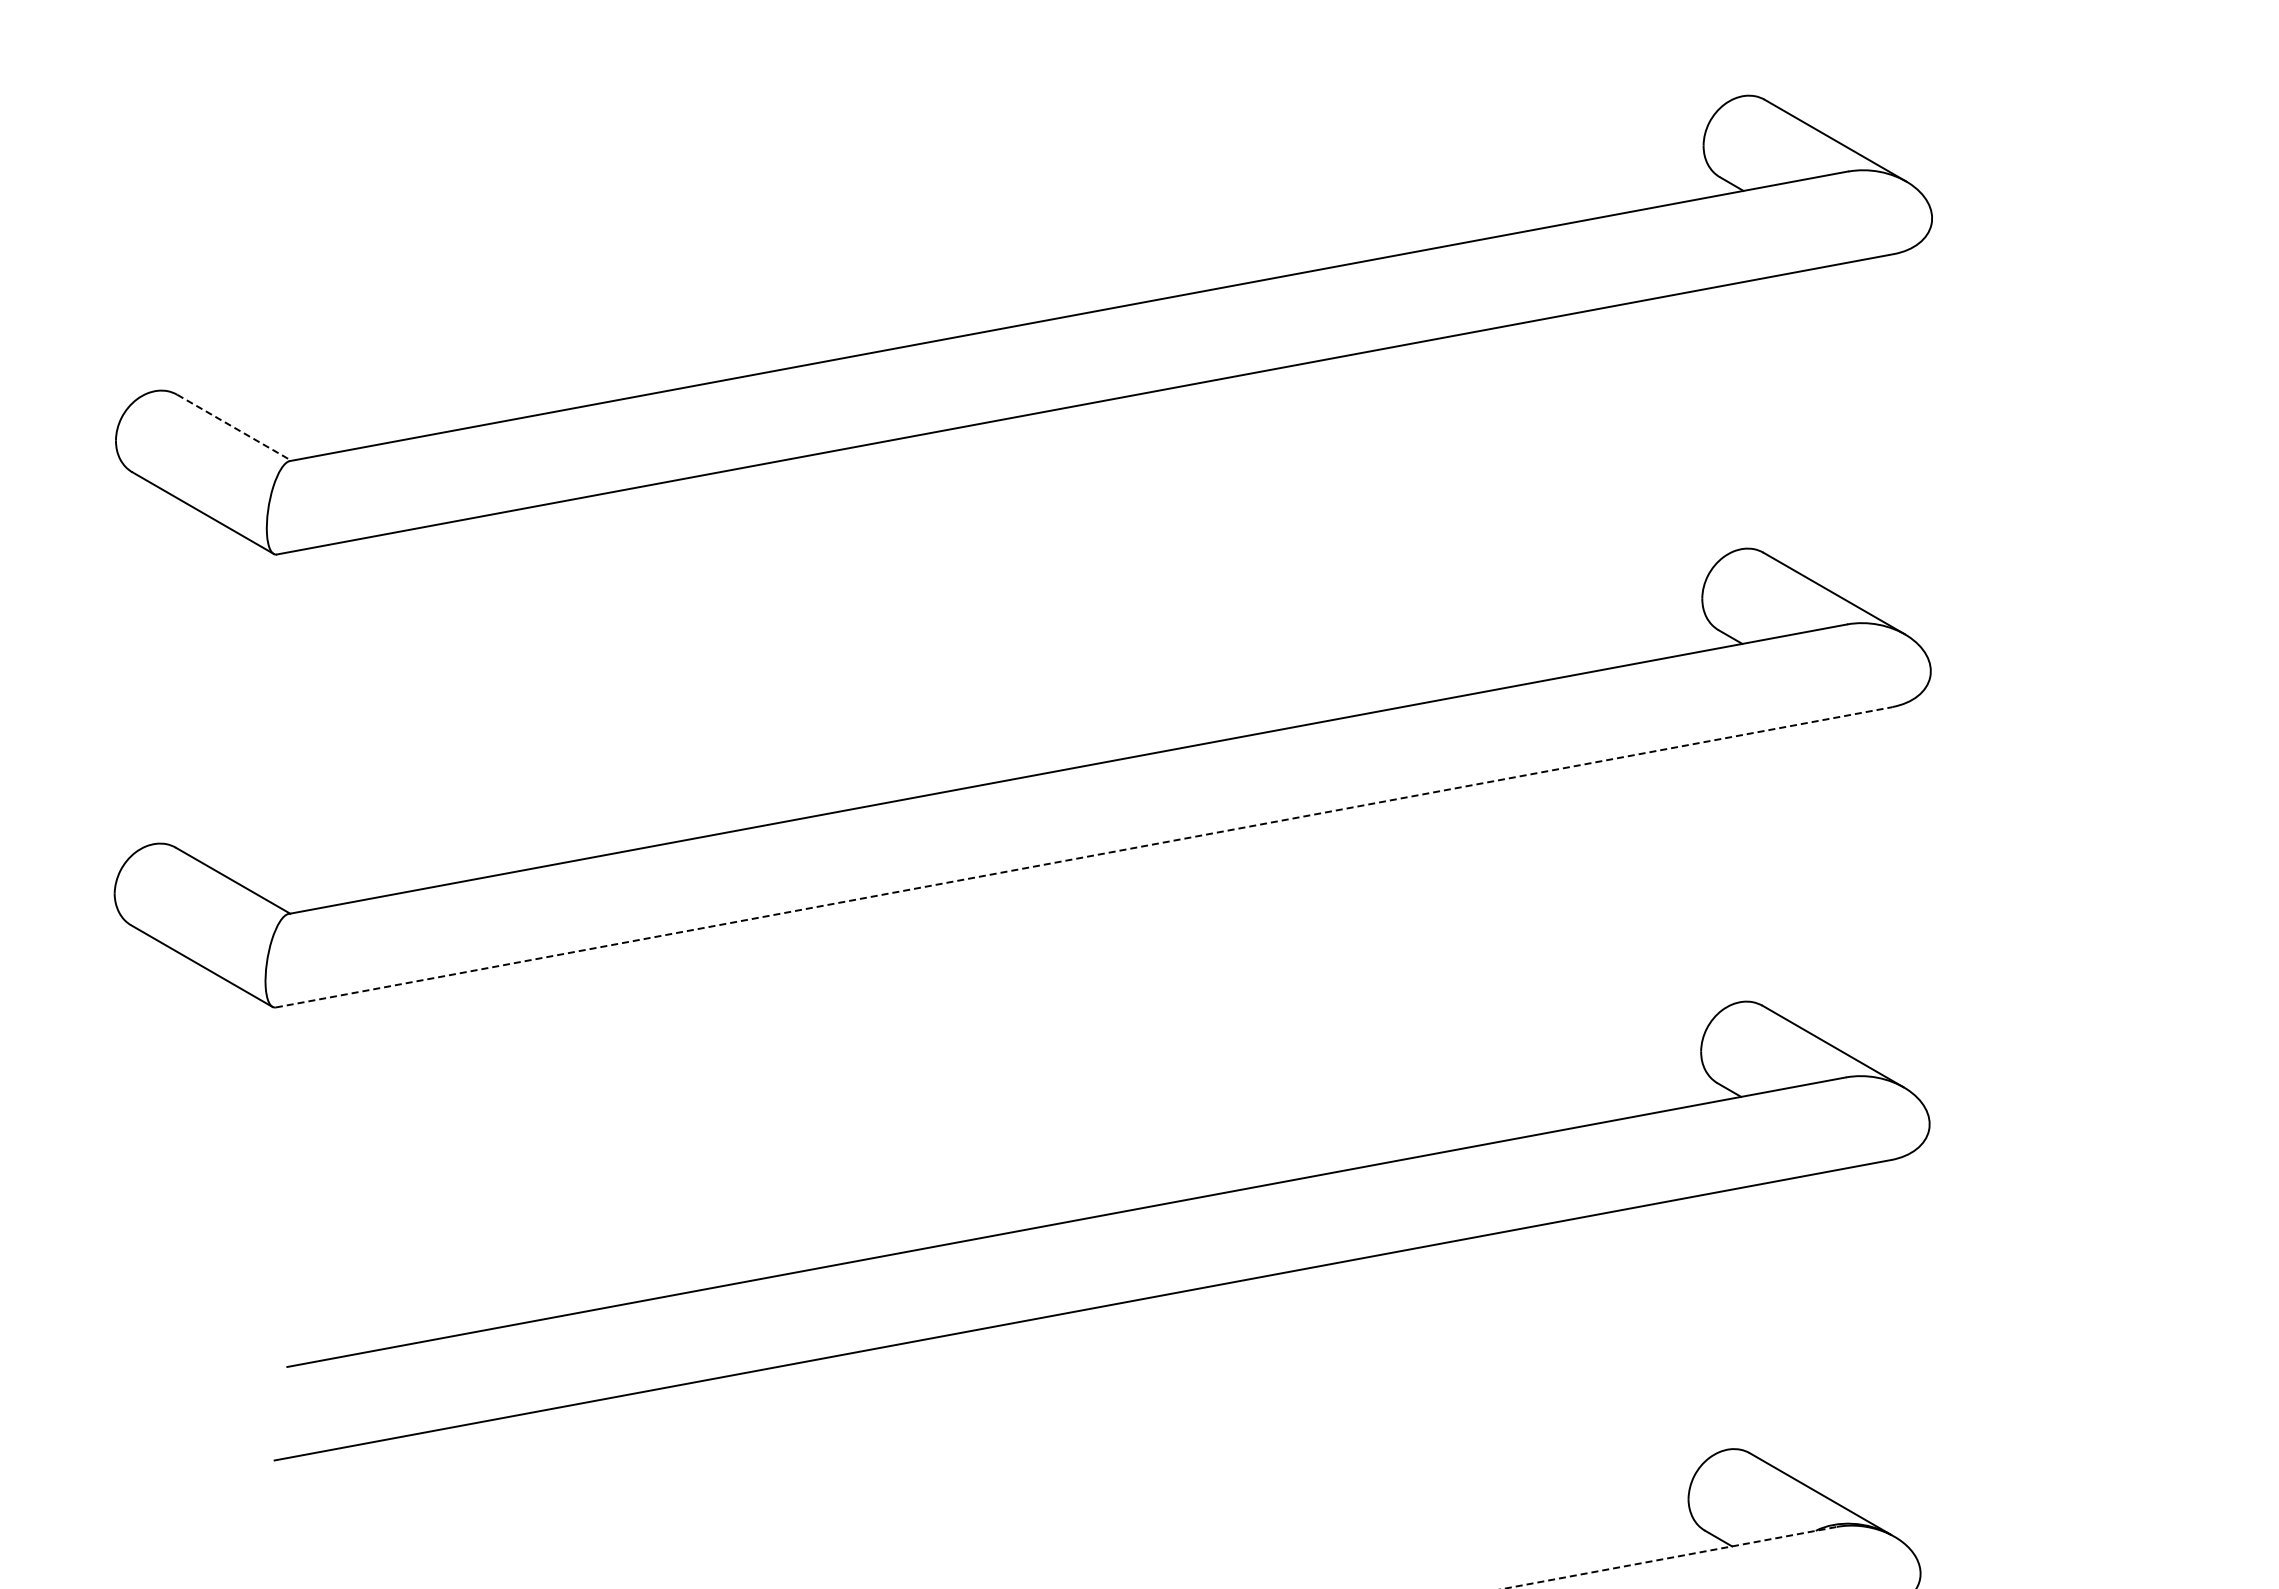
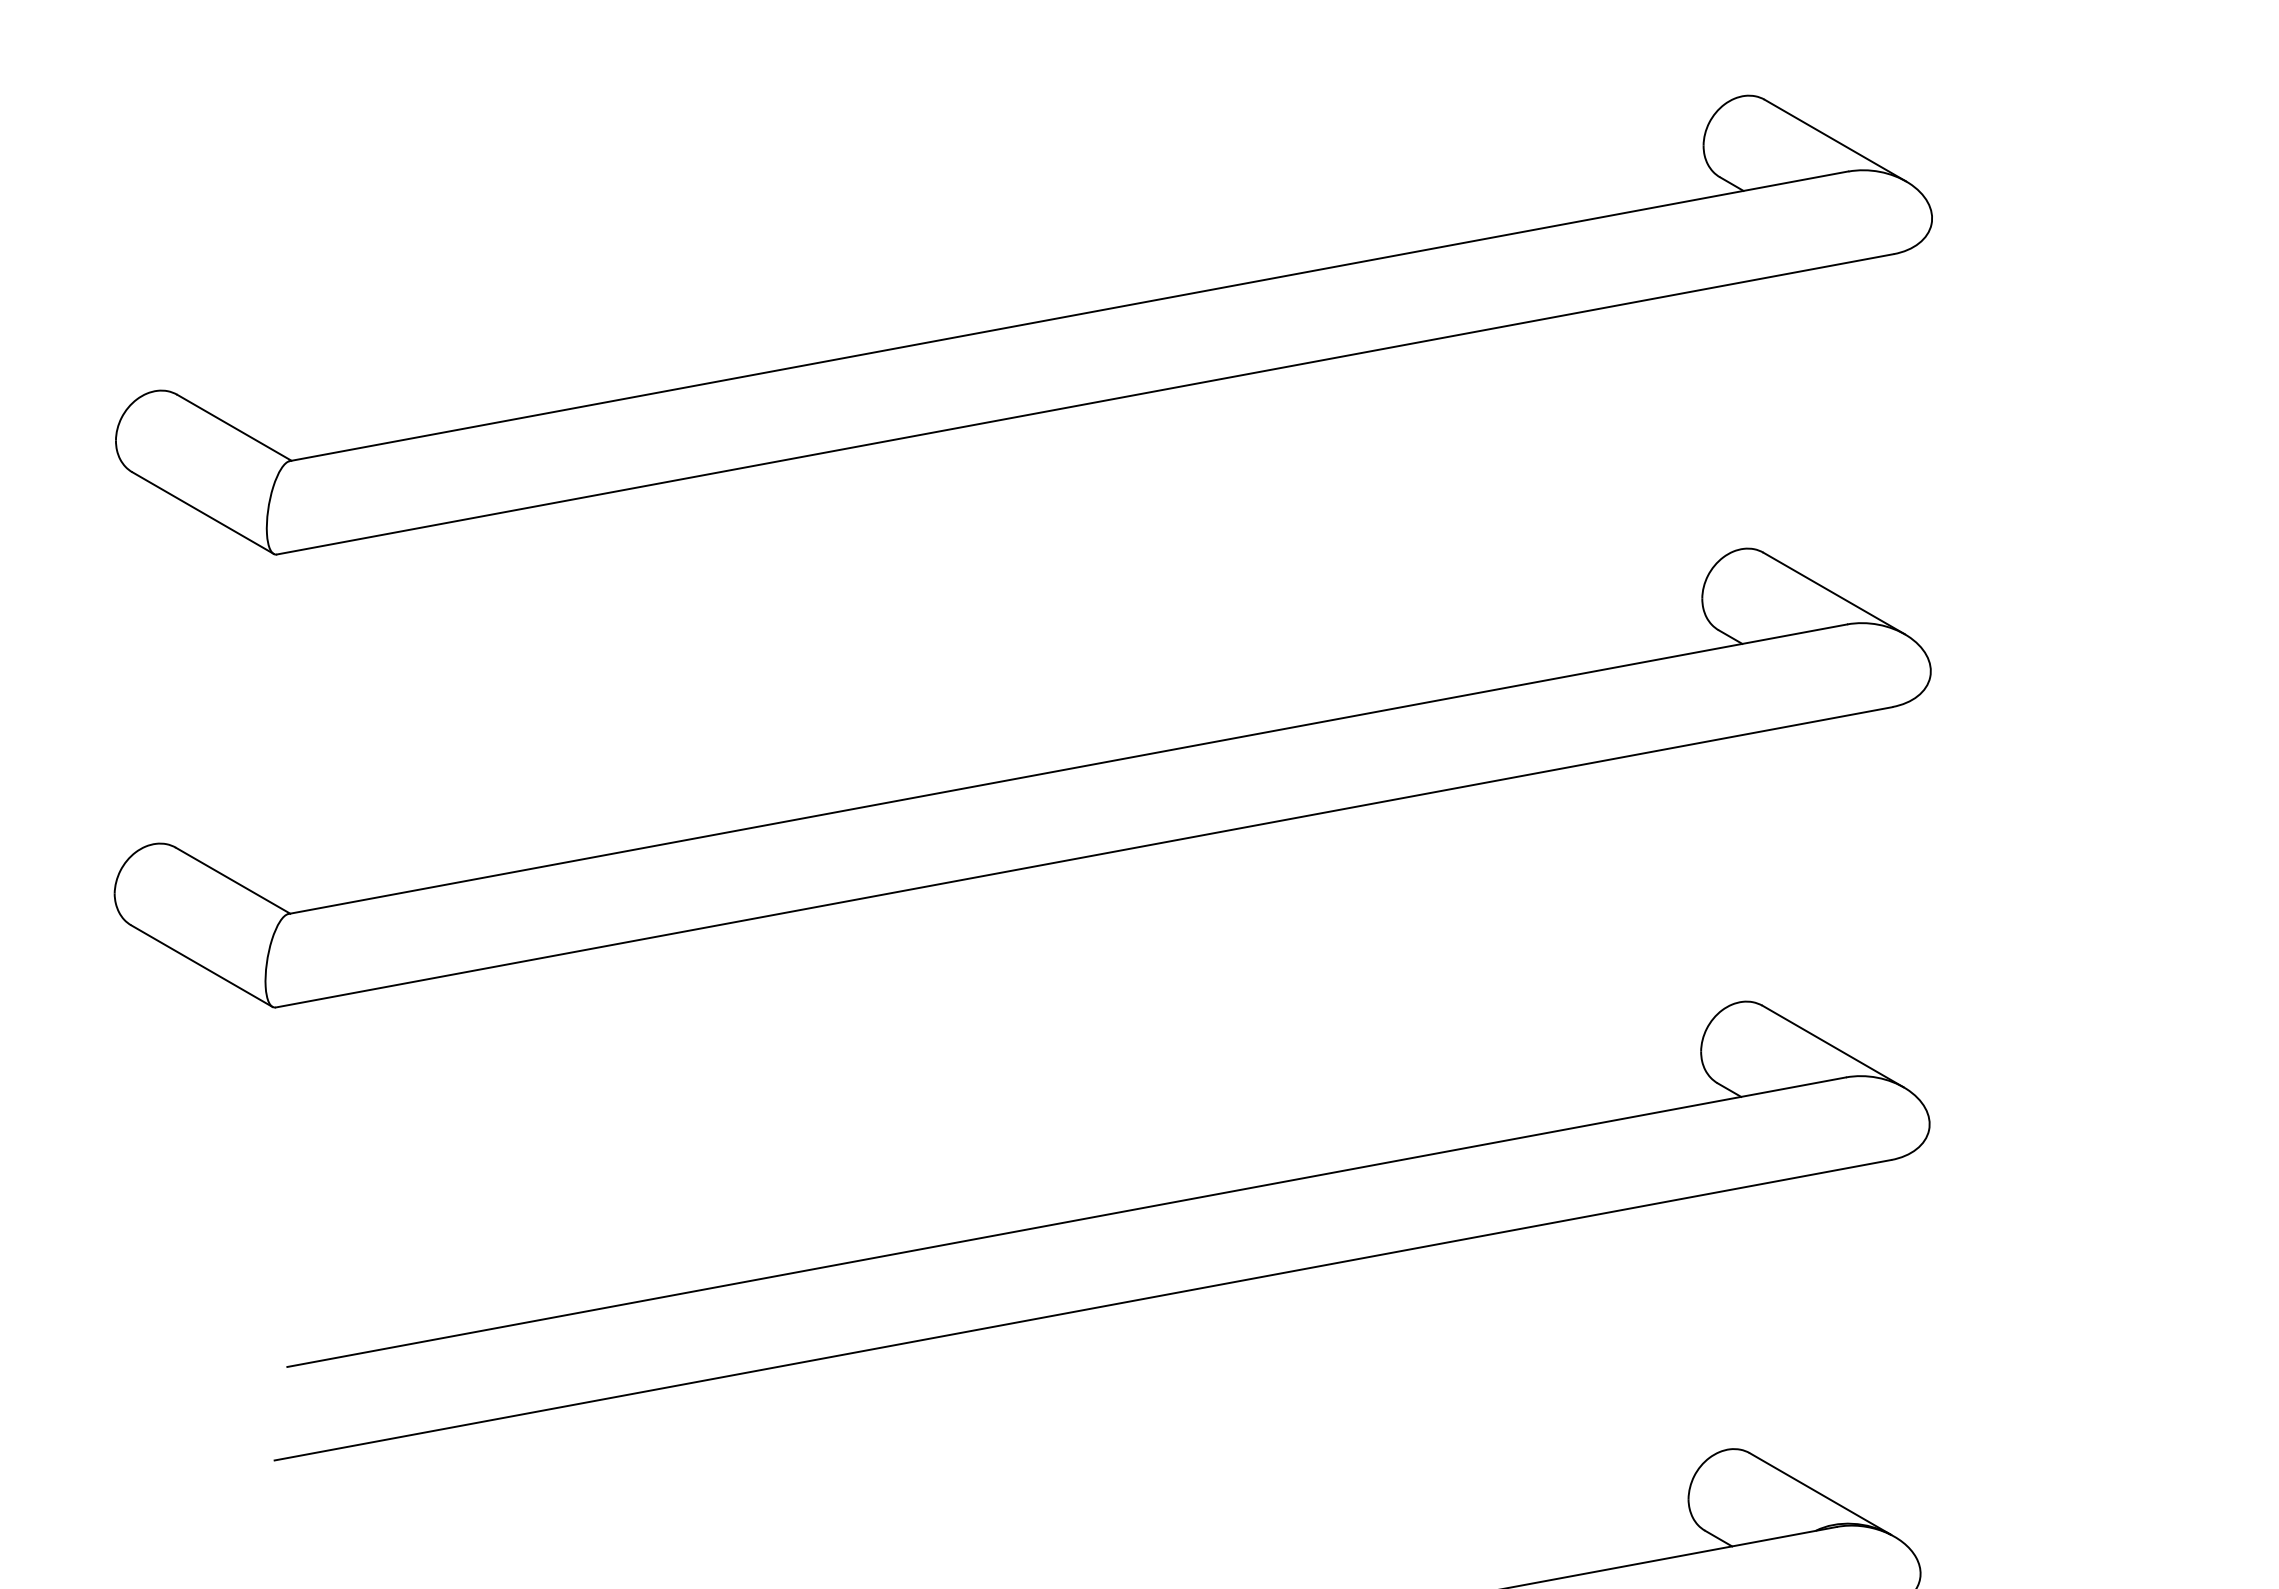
line at (234, 427): dashed -> solid
line at (1084, 857): dashed -> solid
line at (1670, 1557): dashed -> solid
